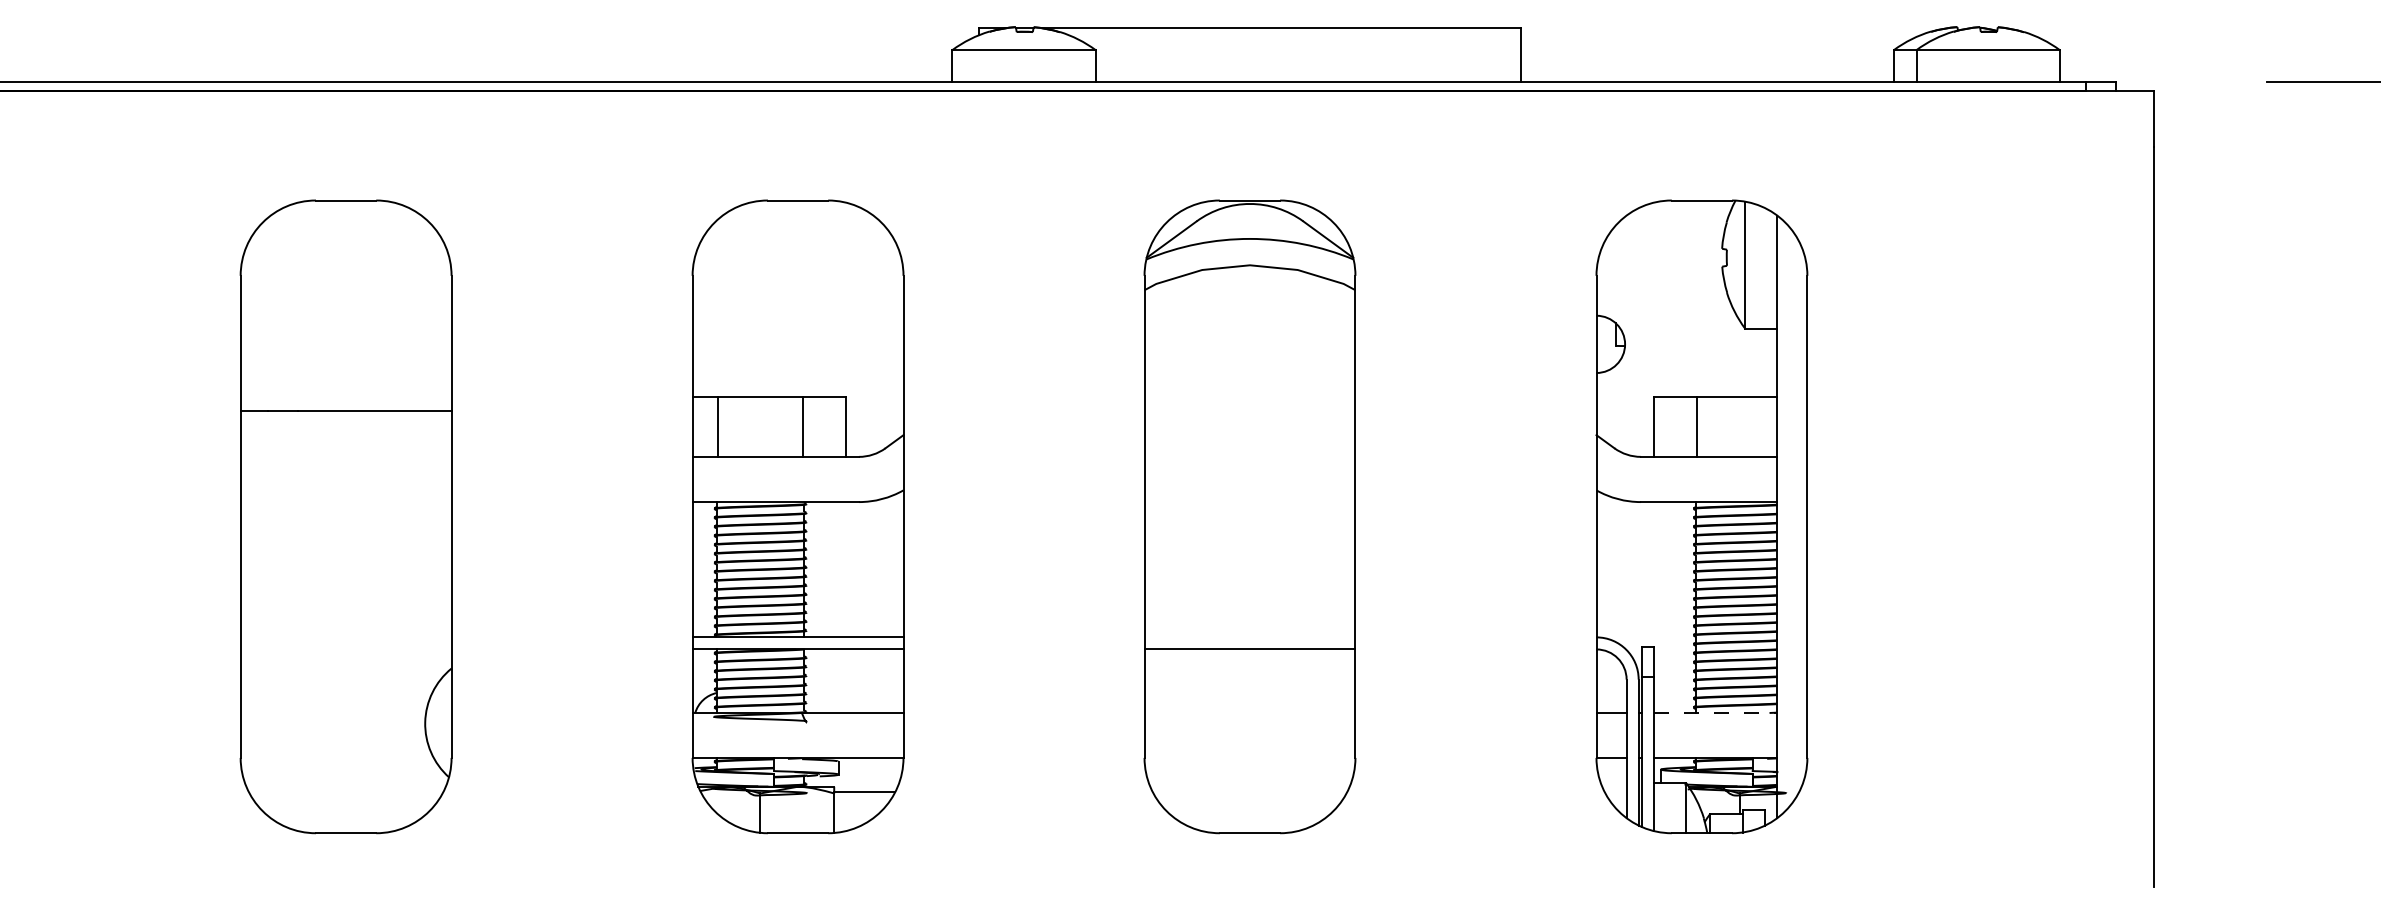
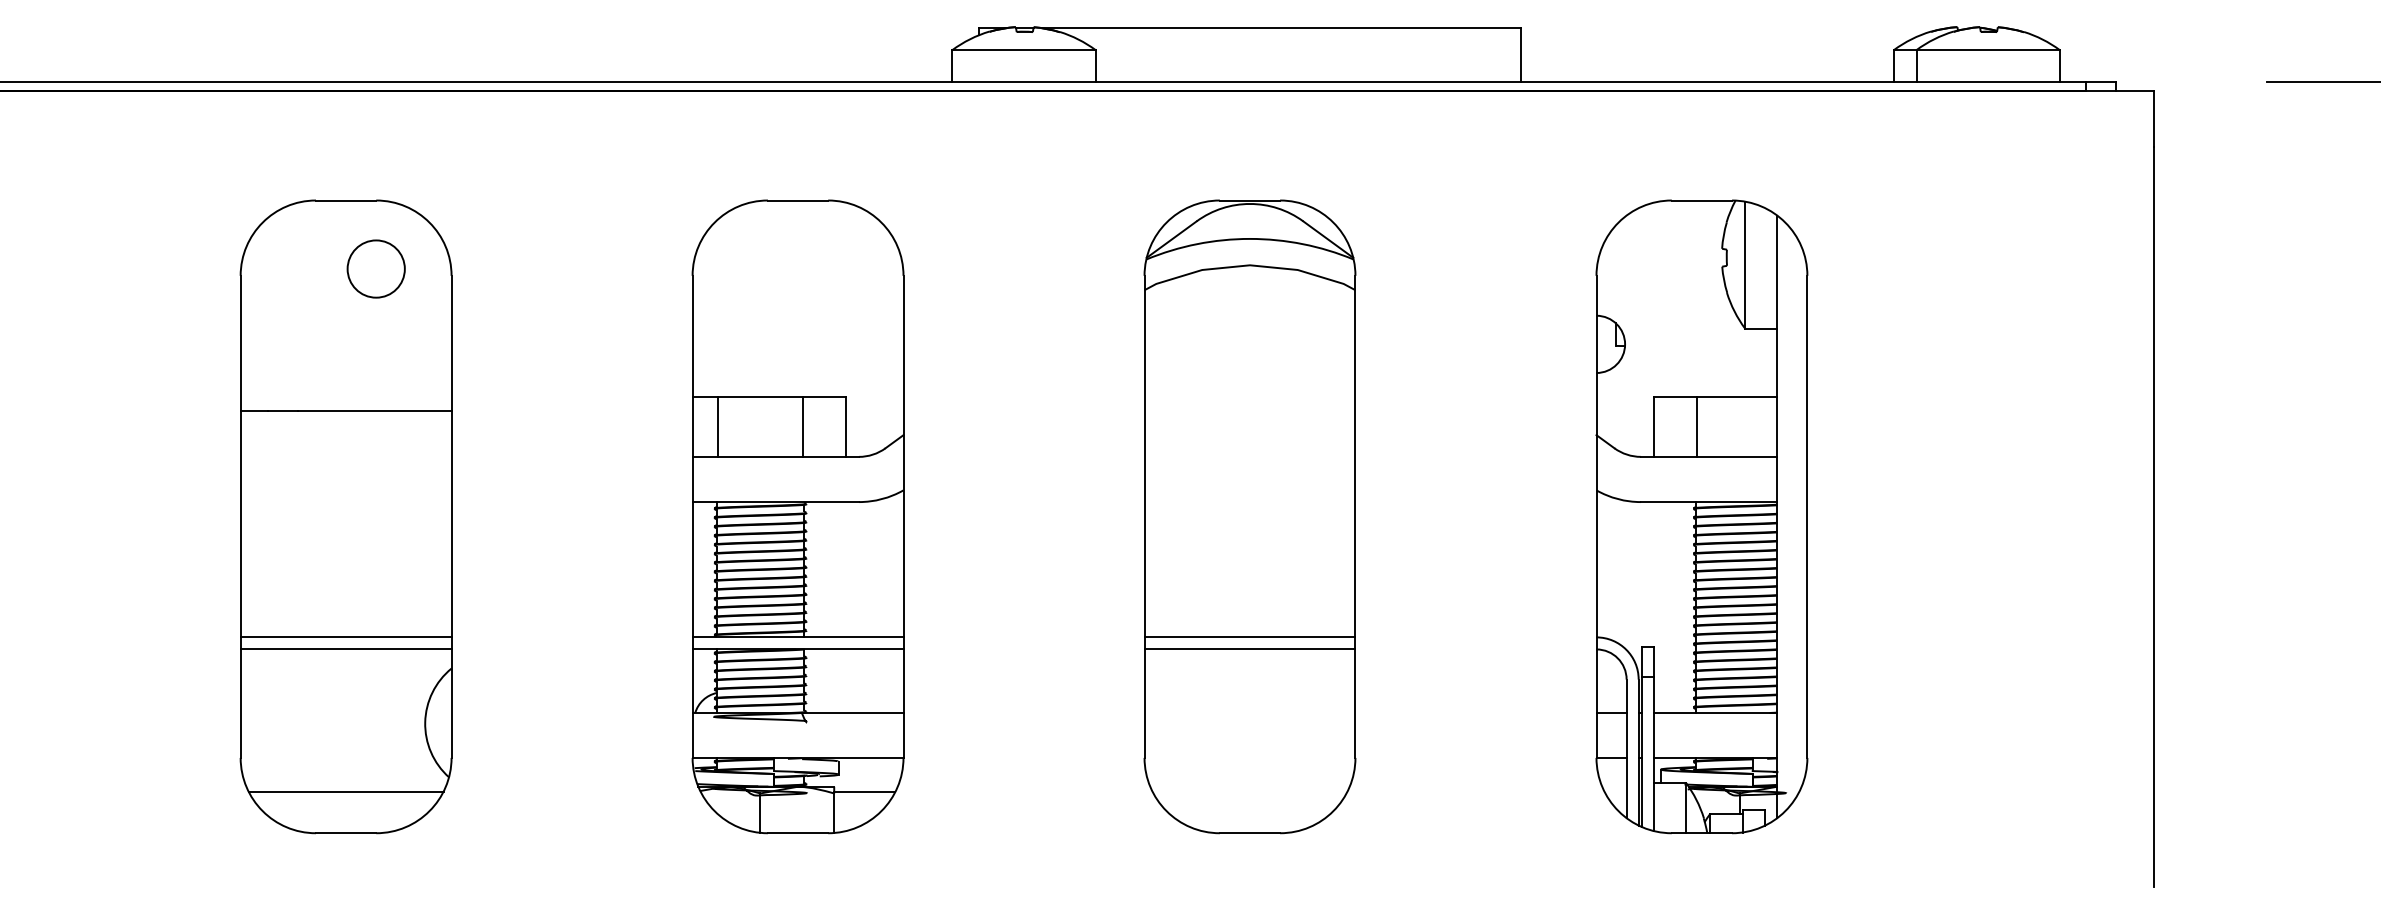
circle at (375, 268): none -> present
line at (345, 637): none -> present
line at (1249, 637): none -> present
line at (345, 649): none -> present
line at (1715, 712): dashed -> solid
line at (345, 791): none -> present
